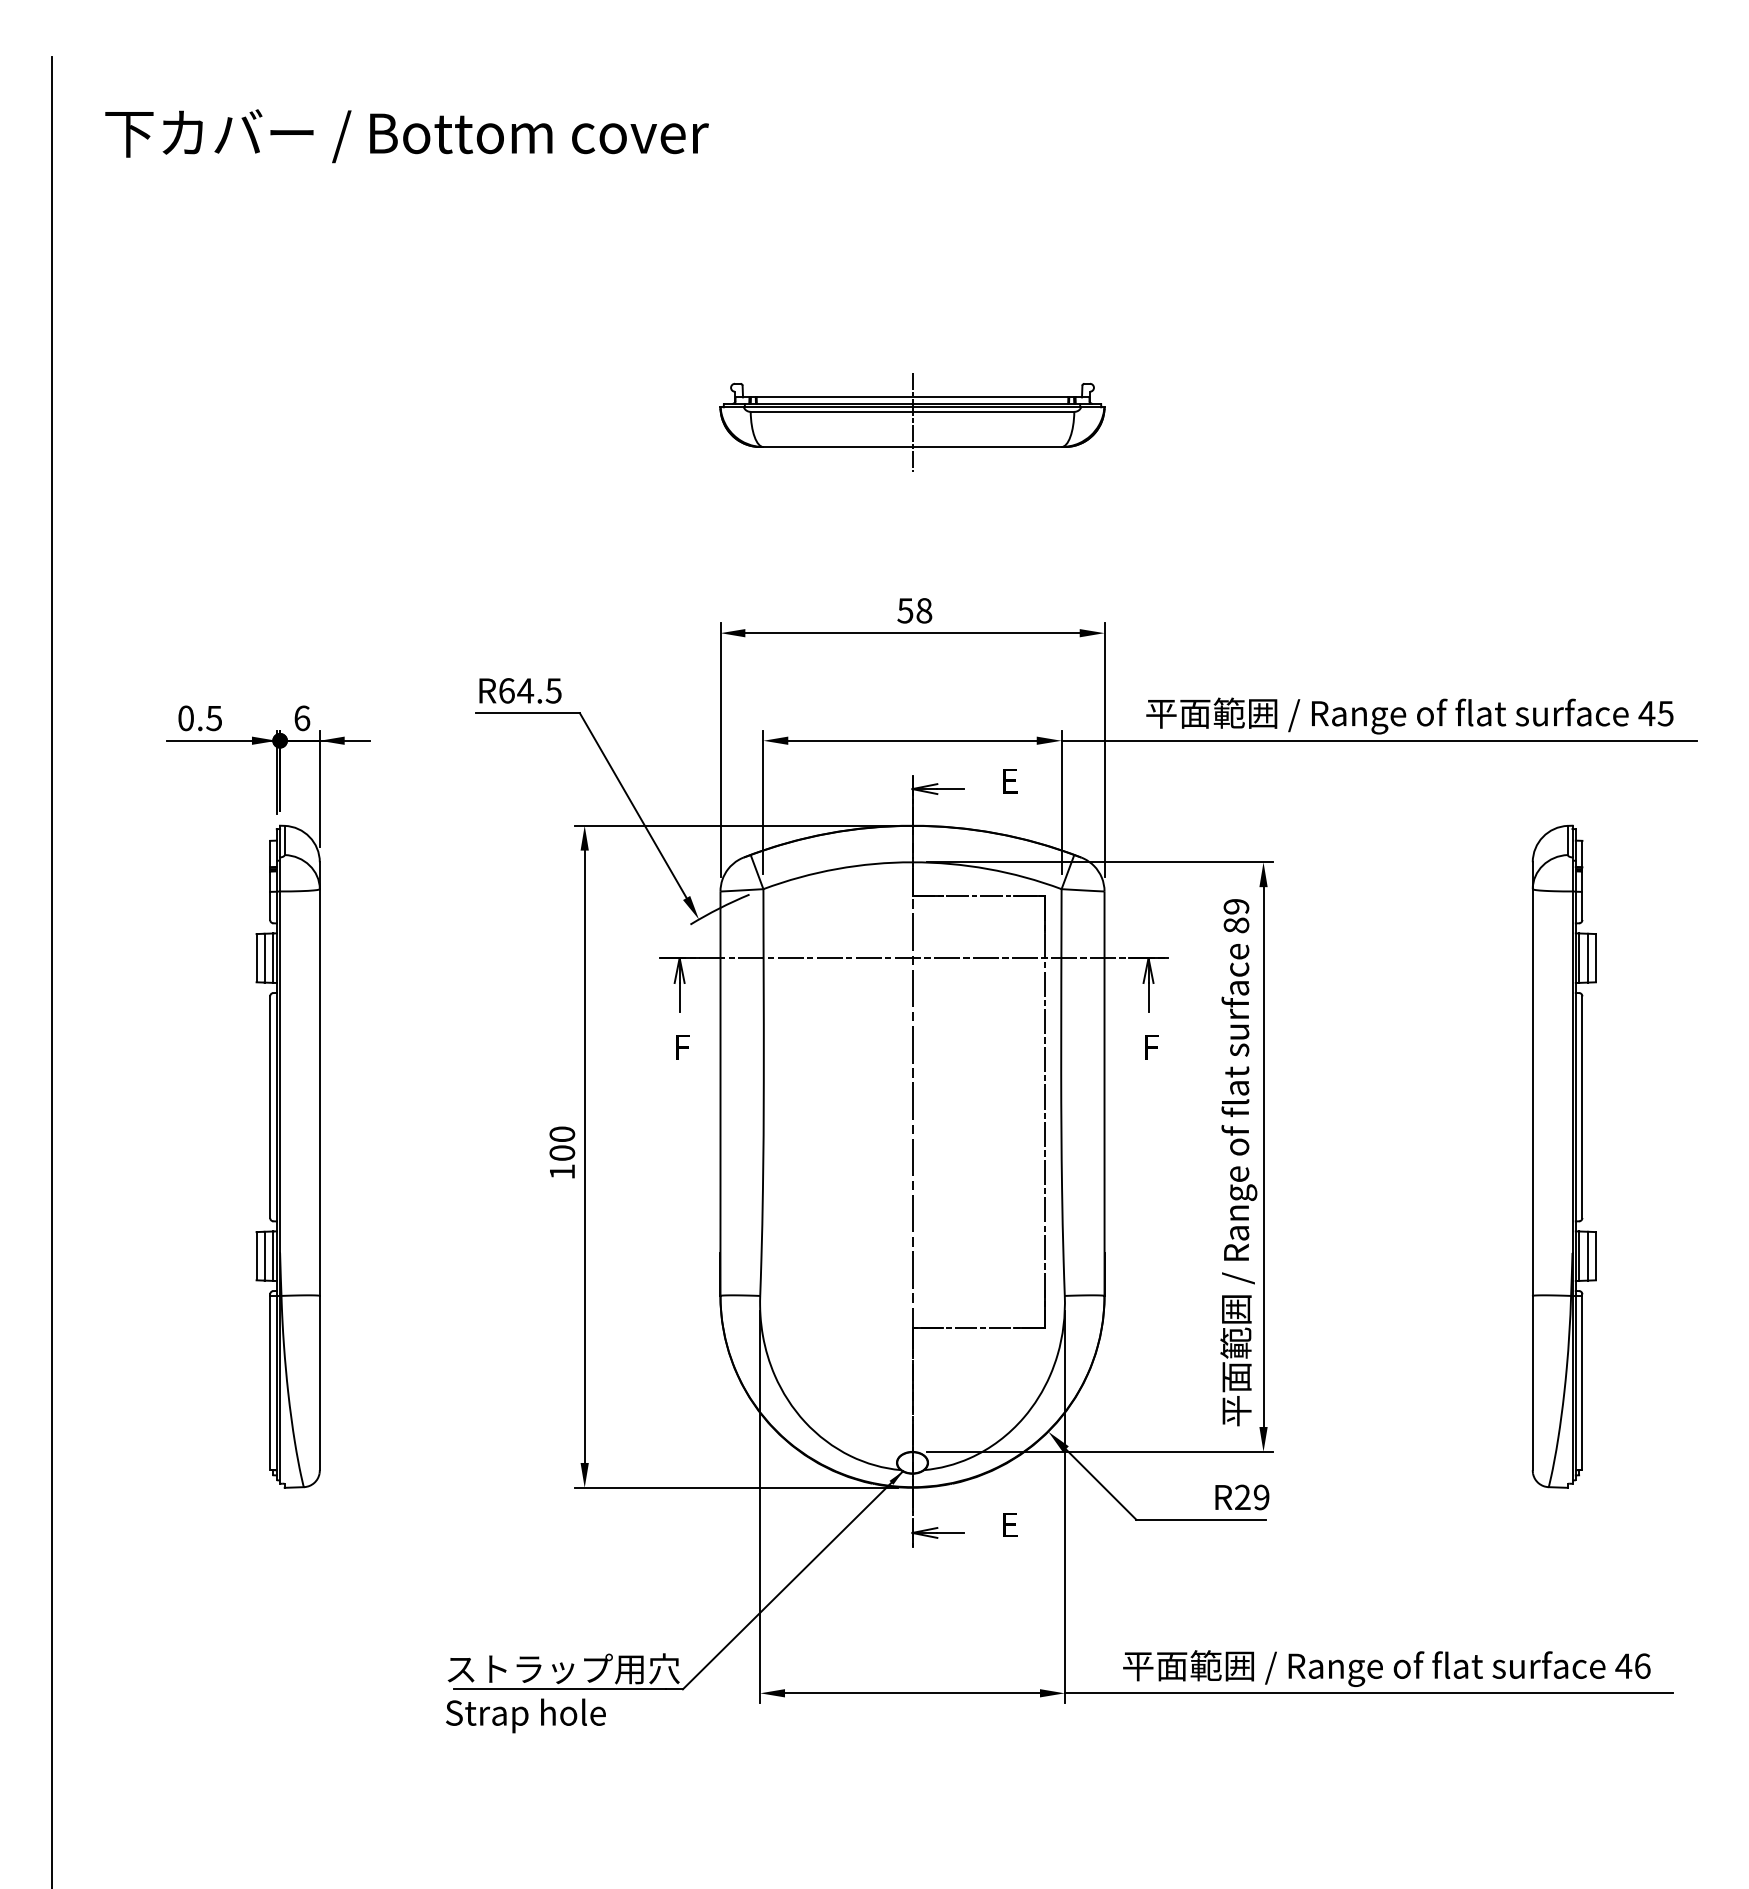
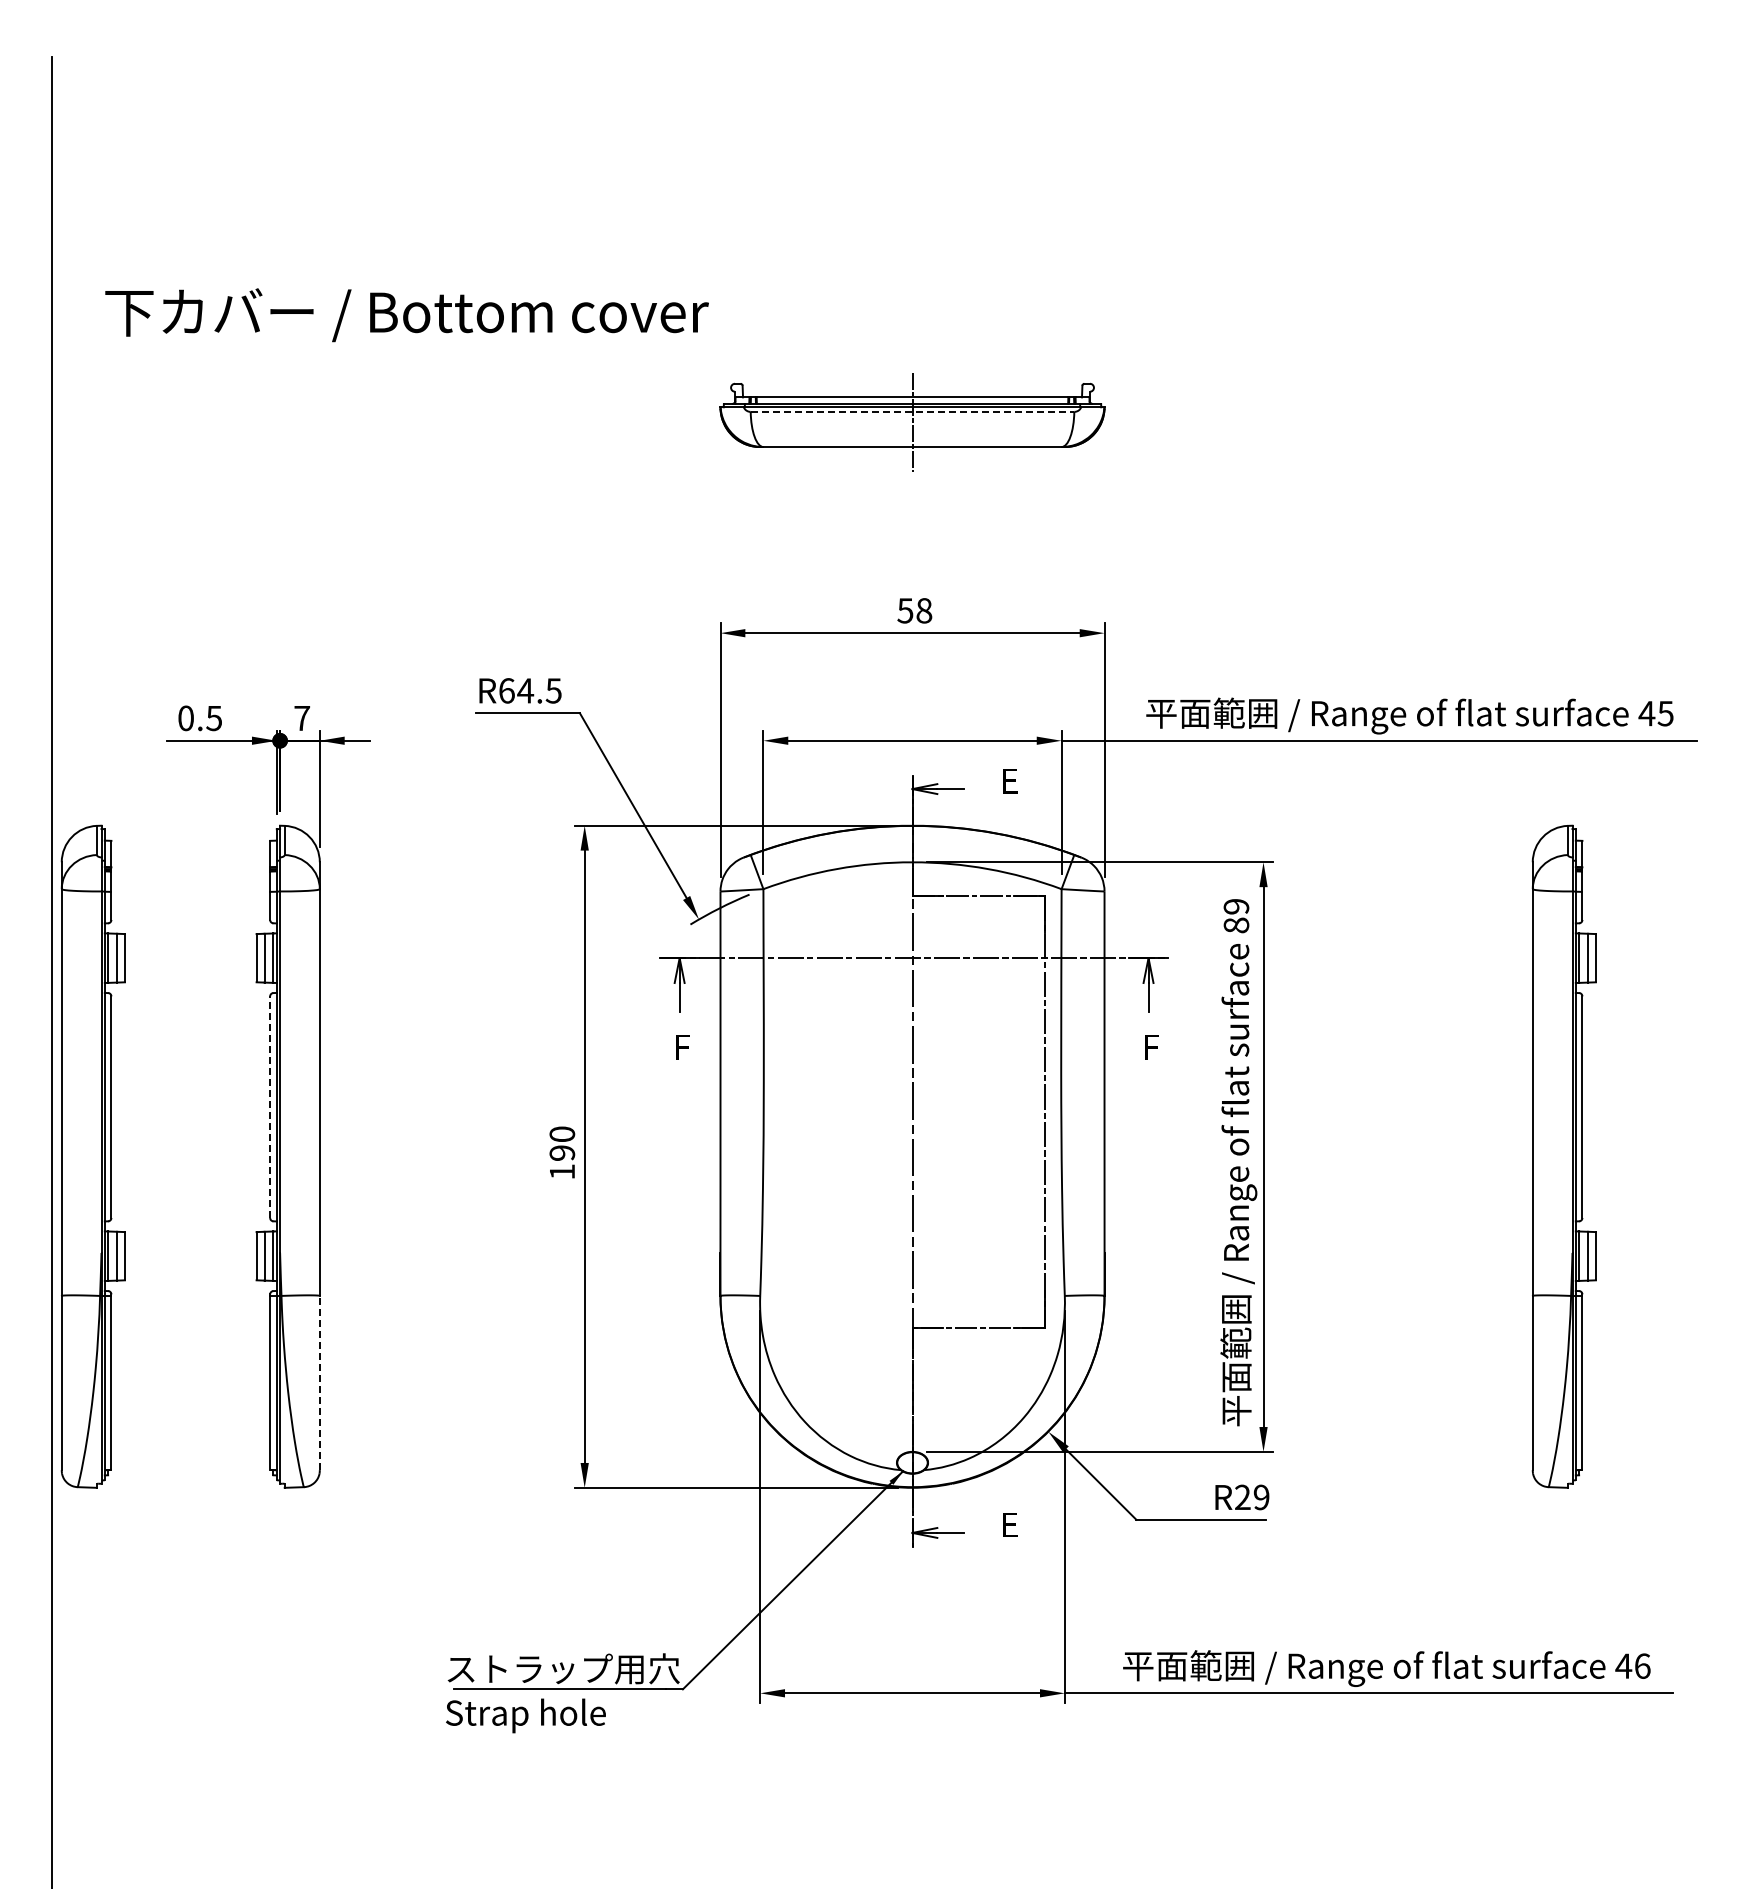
text at (406, 136) position: (406, 136) -> (406, 315)
line at (912, 411): solid -> dashed
text at (302, 718): 6 -> 7
line at (270, 1107): solid -> dashed
text at (562, 1152): 100 -> 190
part at (92, 1156): none -> present
line at (319, 1382): solid -> dashed
